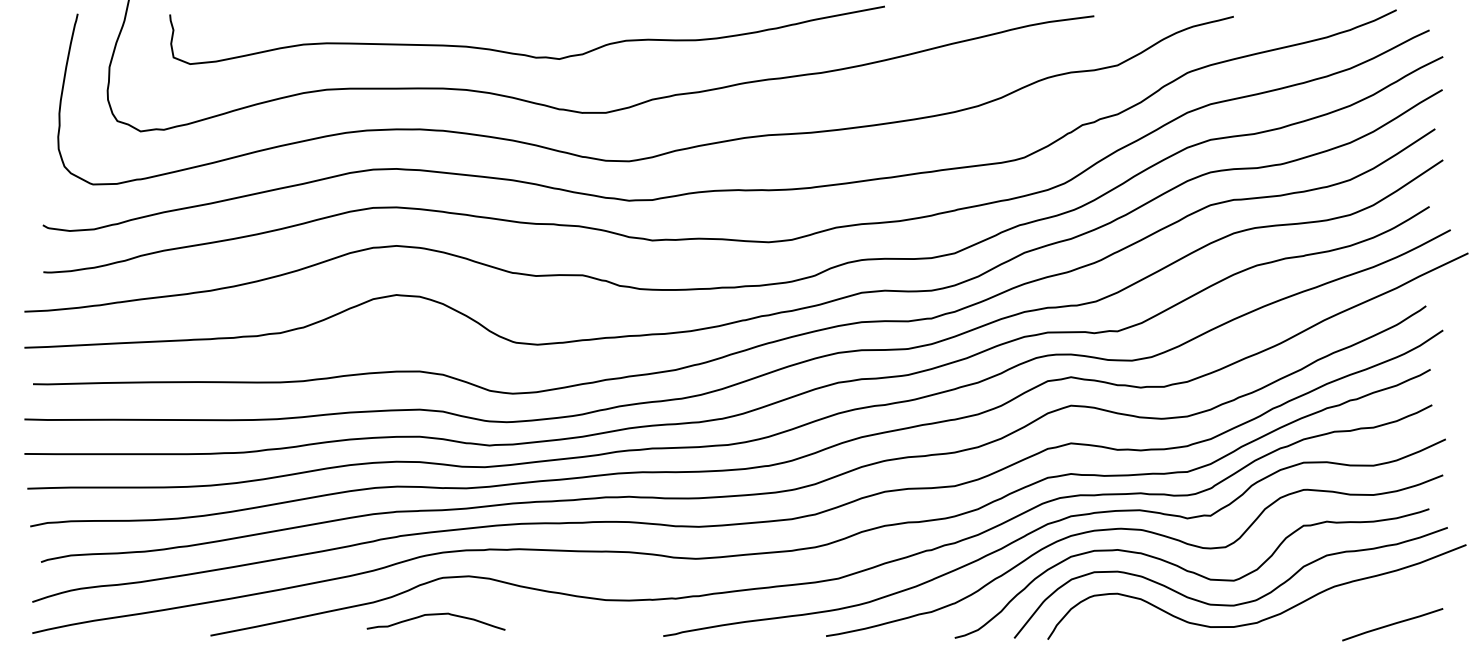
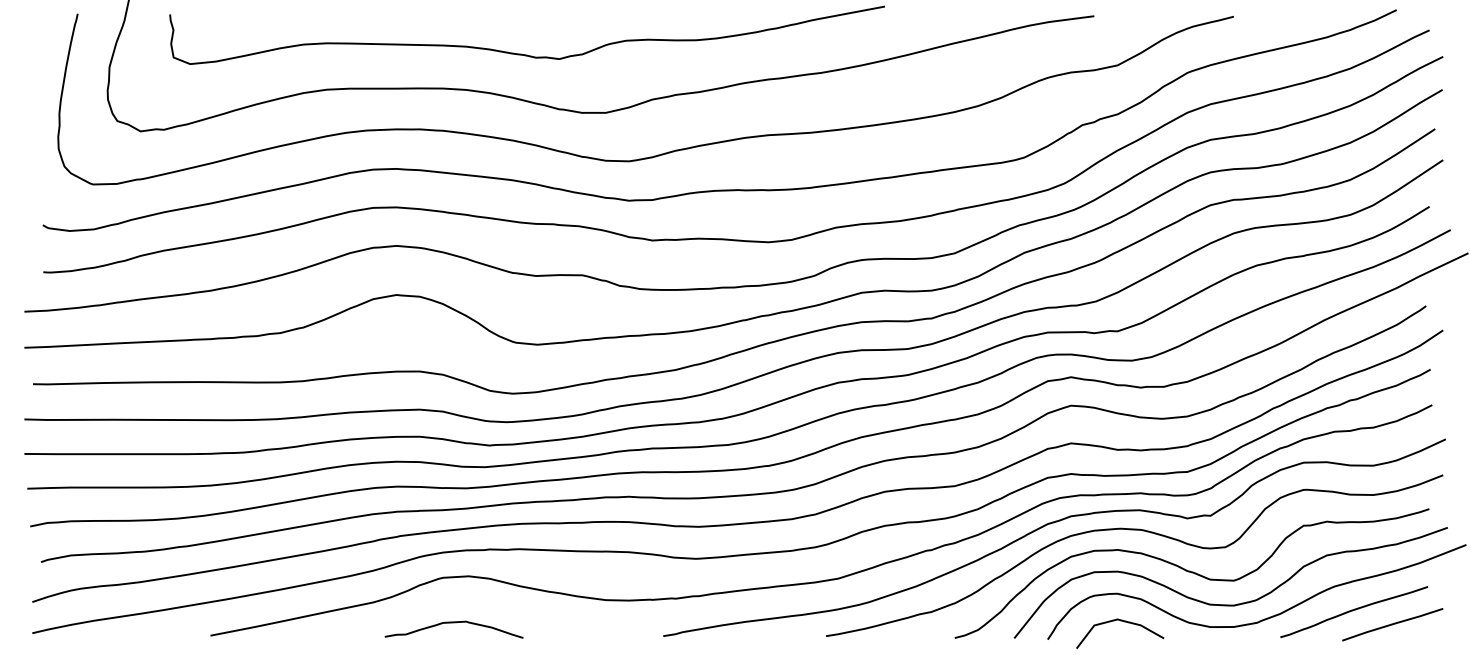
curve at (1354, 610): none -> present
curve at (435, 615) position: (435, 615) -> (453, 623)
curve at (1124, 622): none -> present
